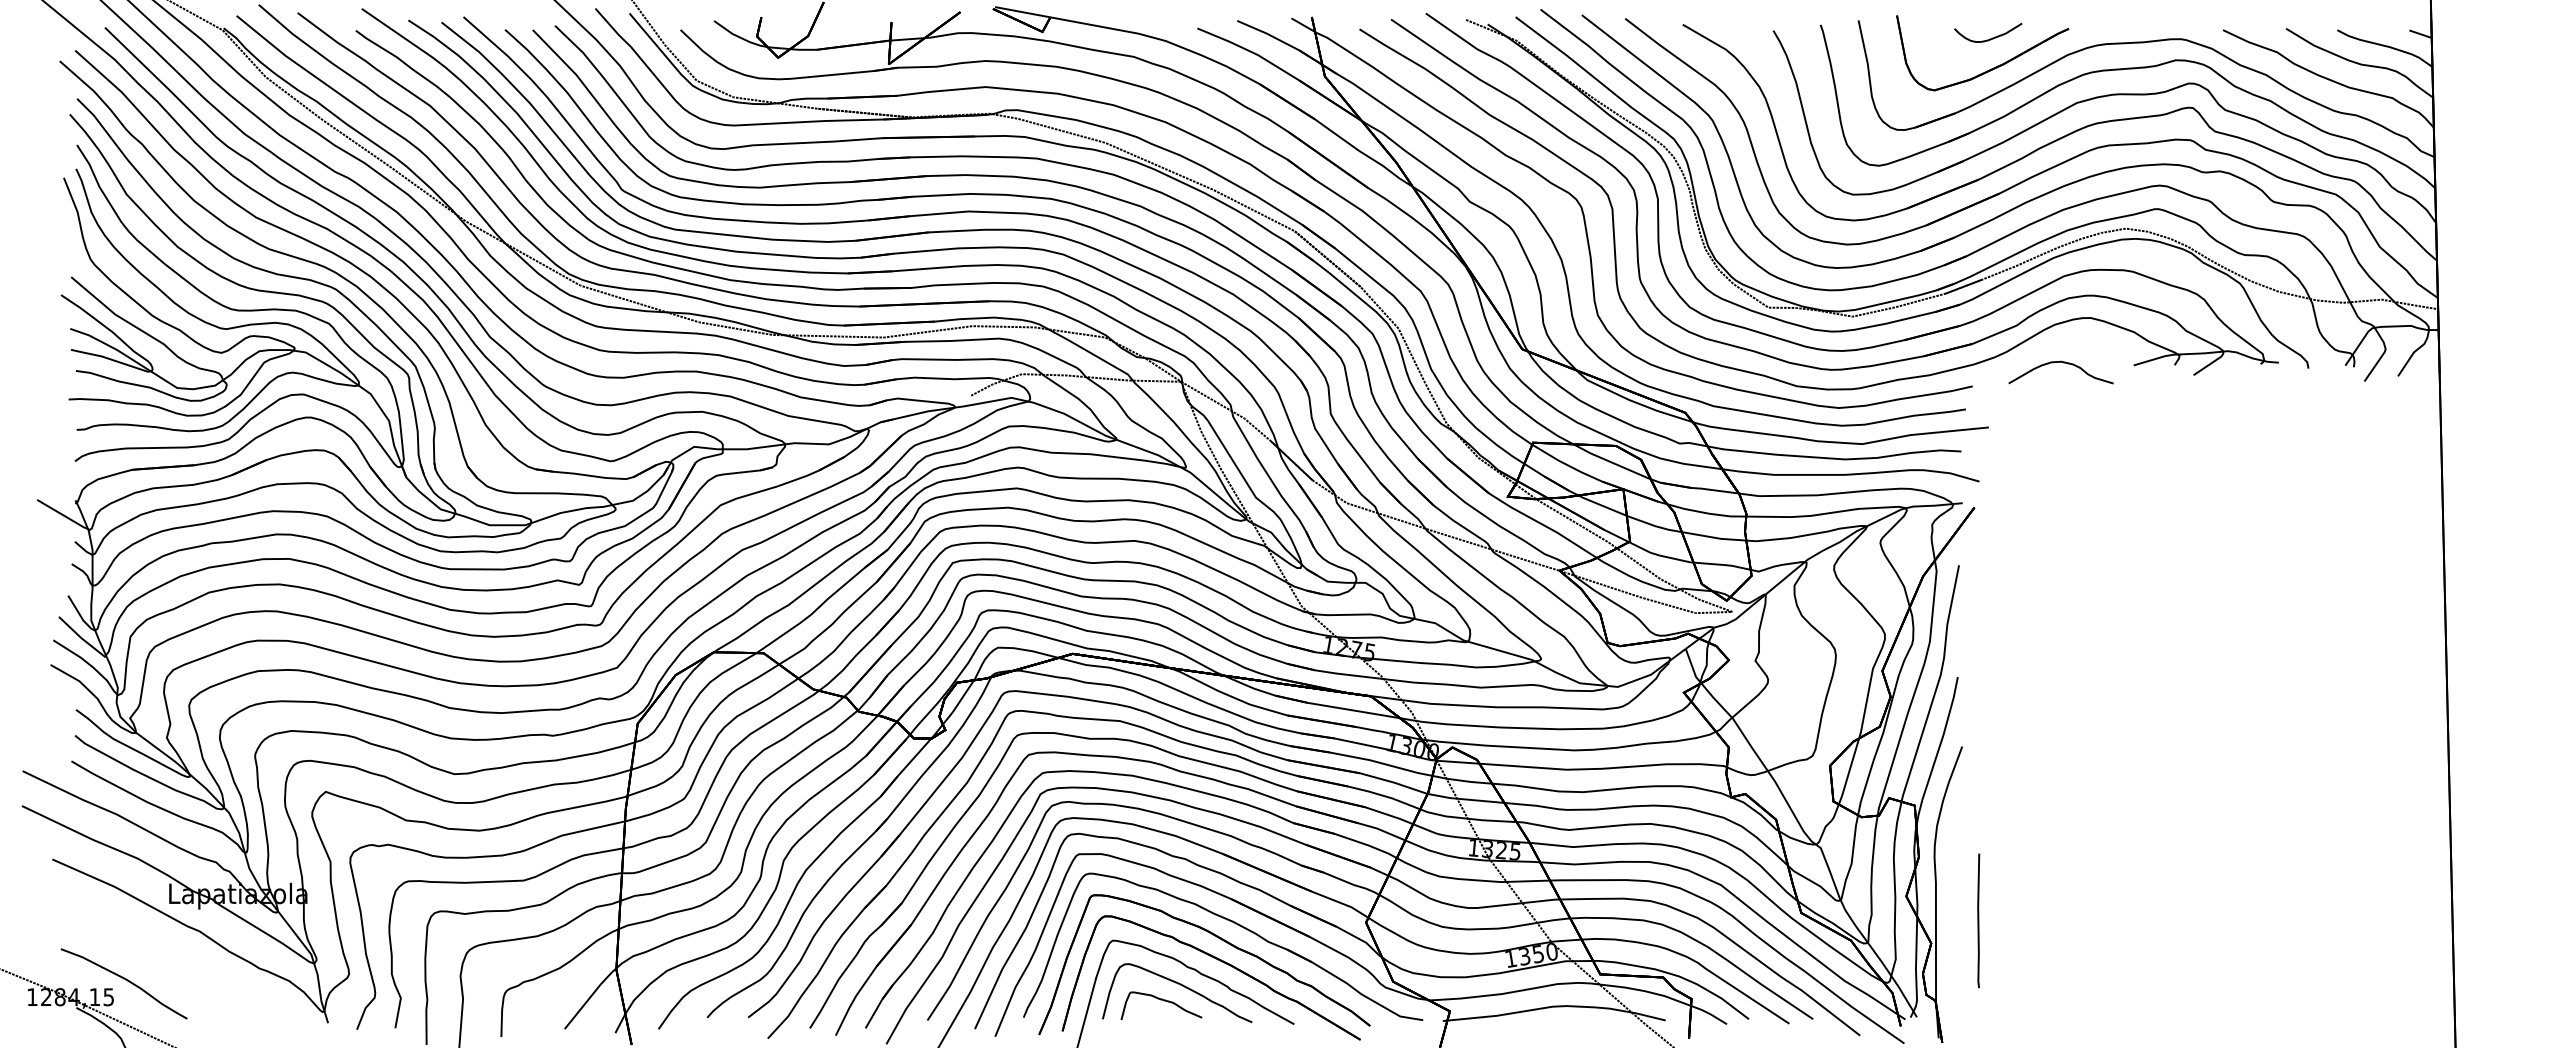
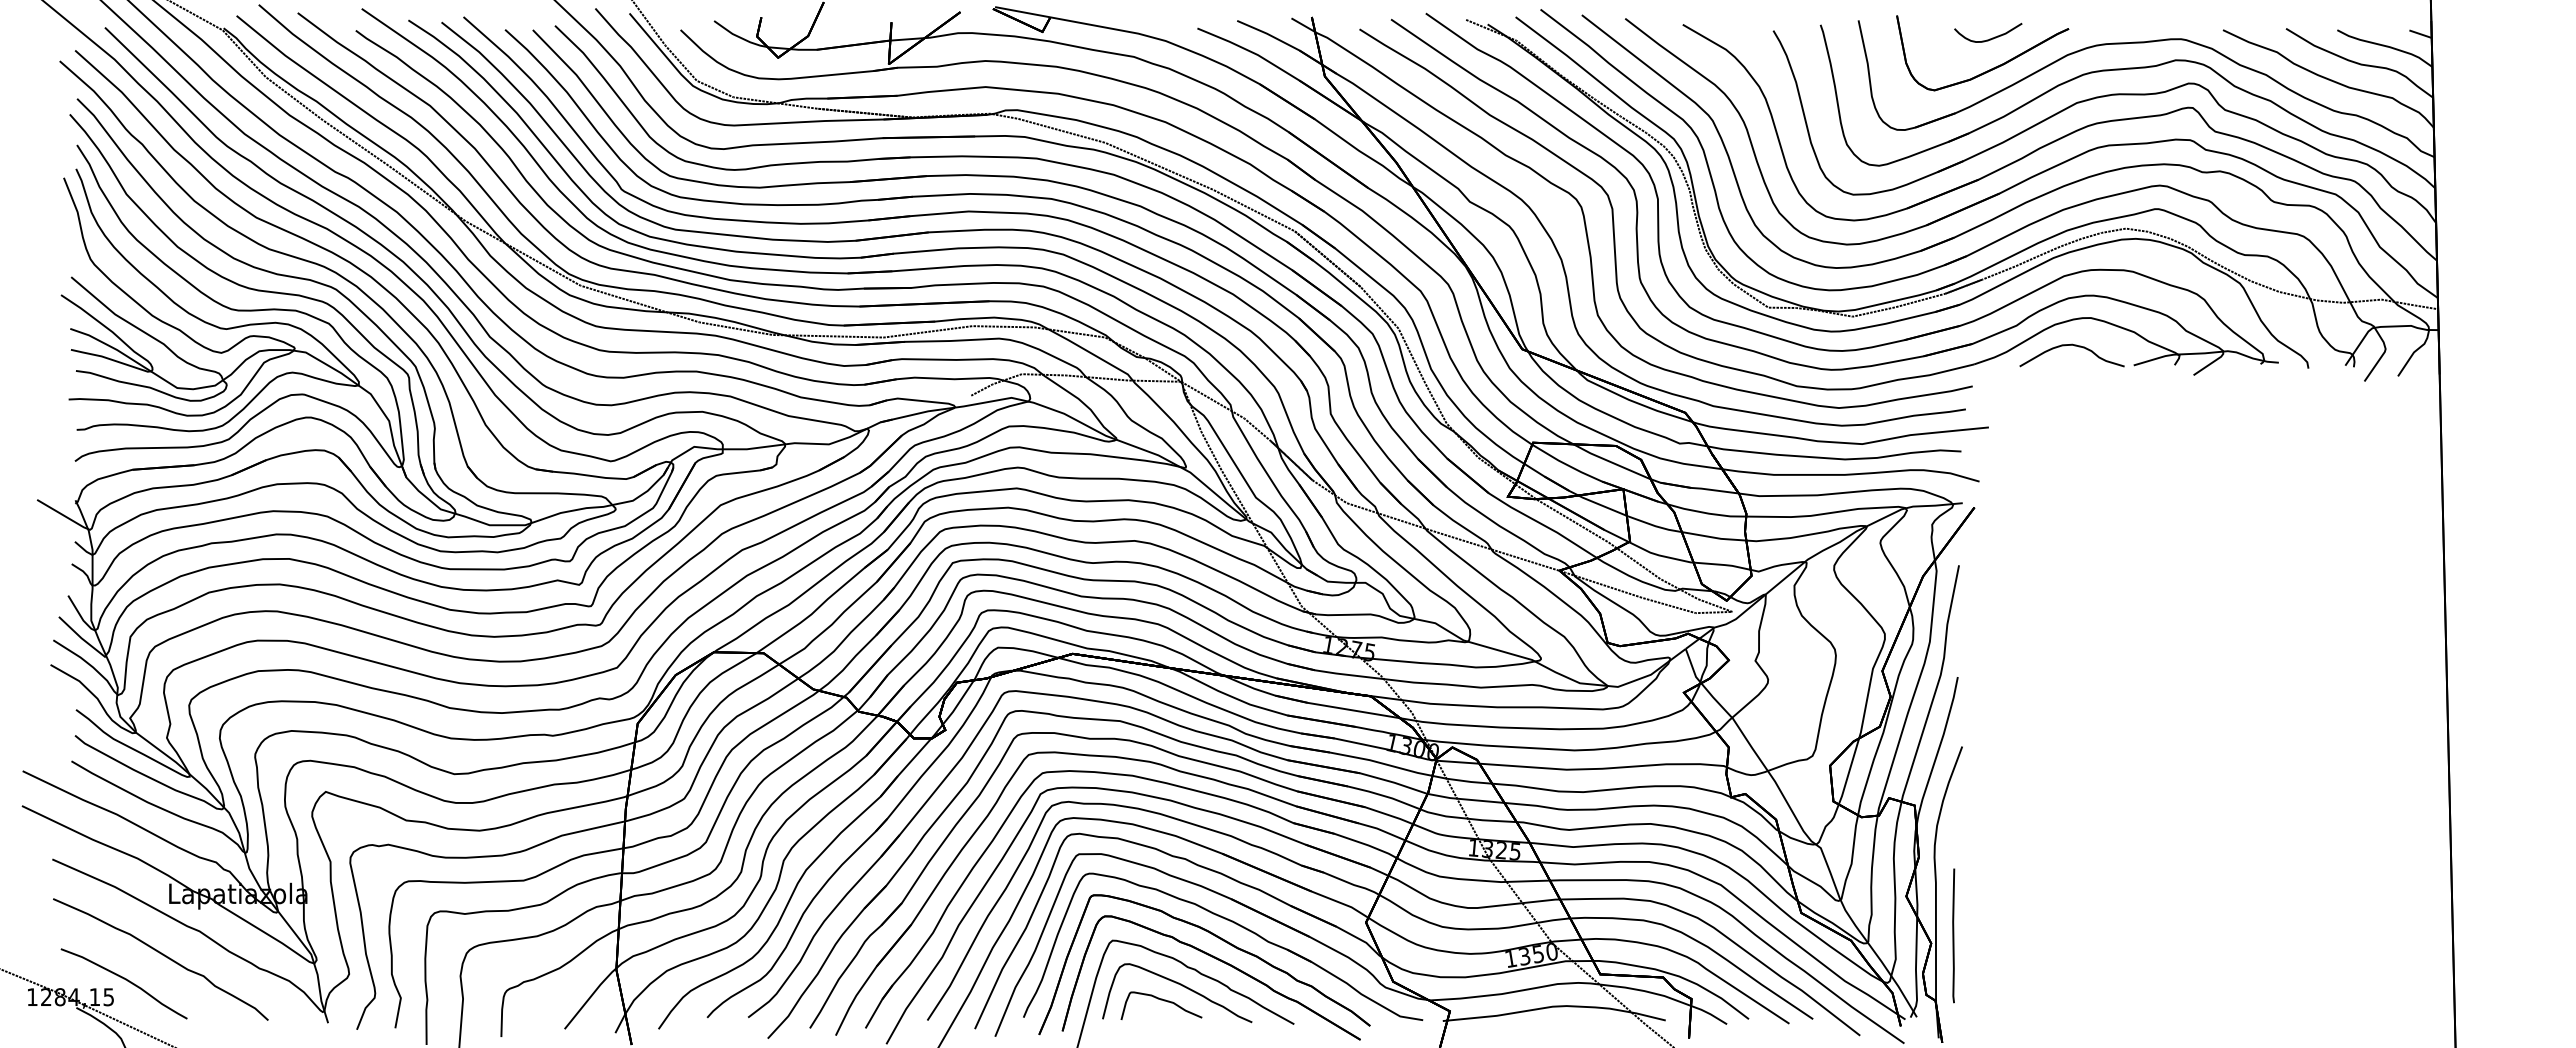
curve at (2063, 363) position: (2063, 363) -> (2074, 346)
line at (1978, 920) position: (1978, 920) -> (1953, 935)
curve at (162, 955): none -> present
